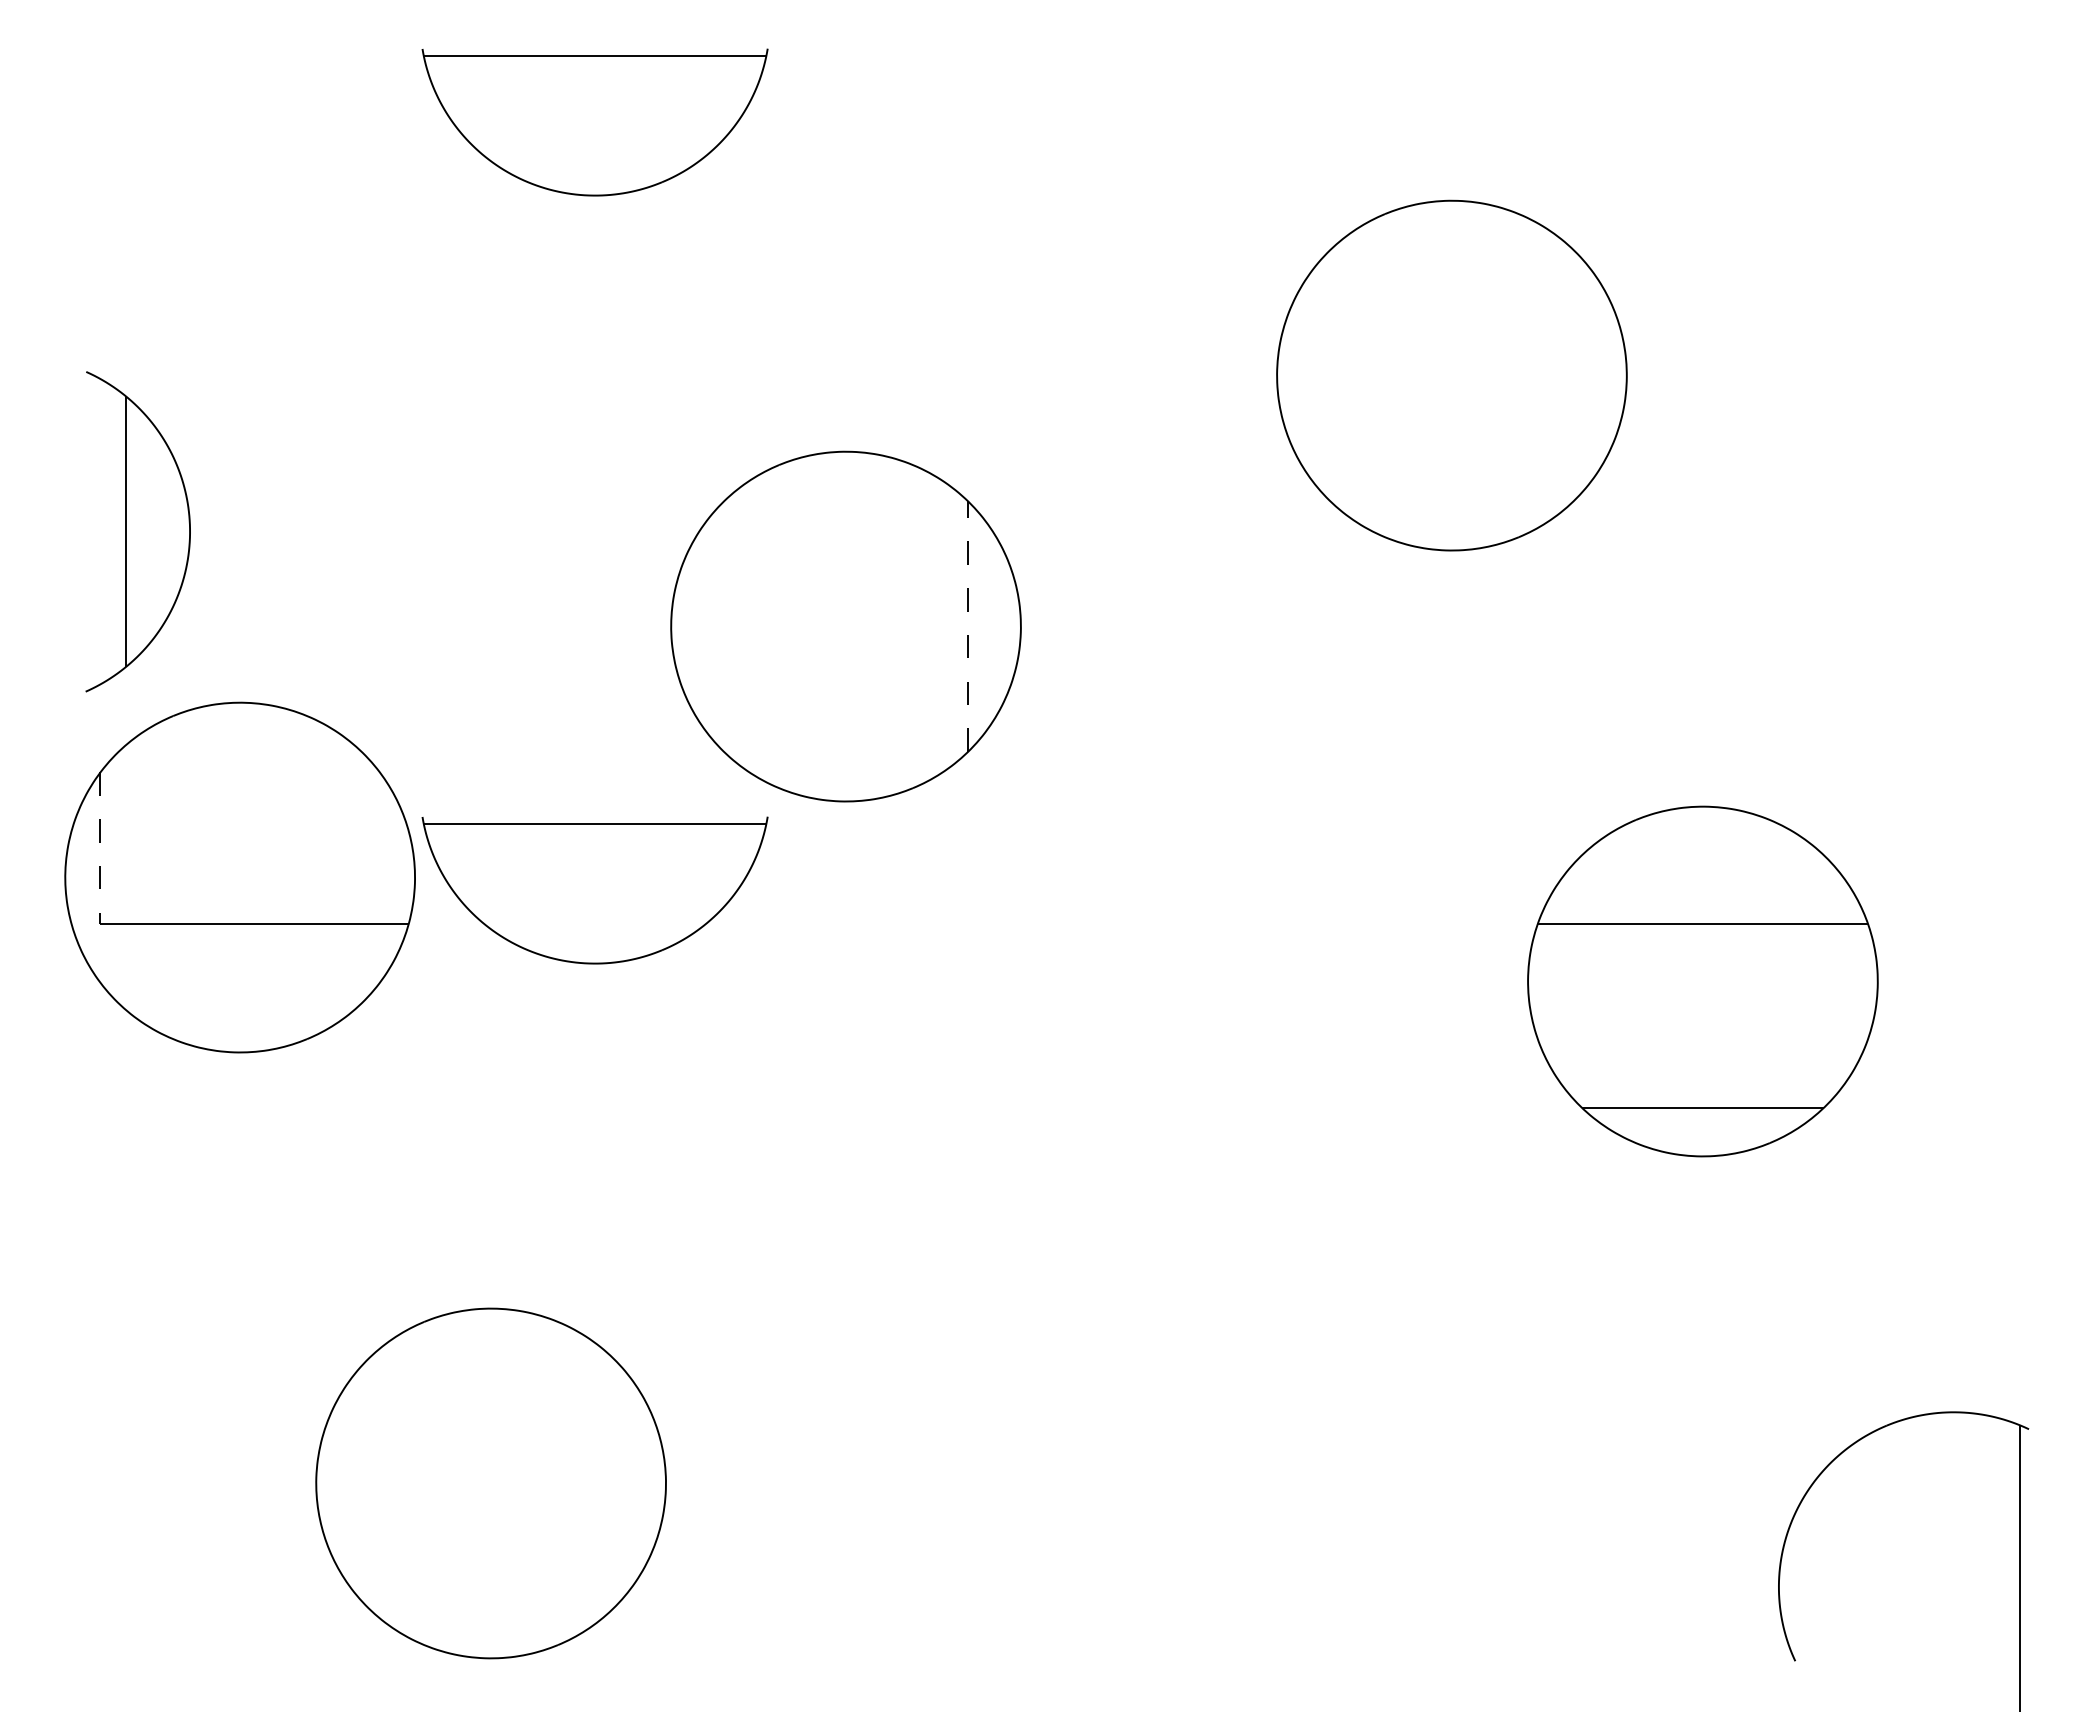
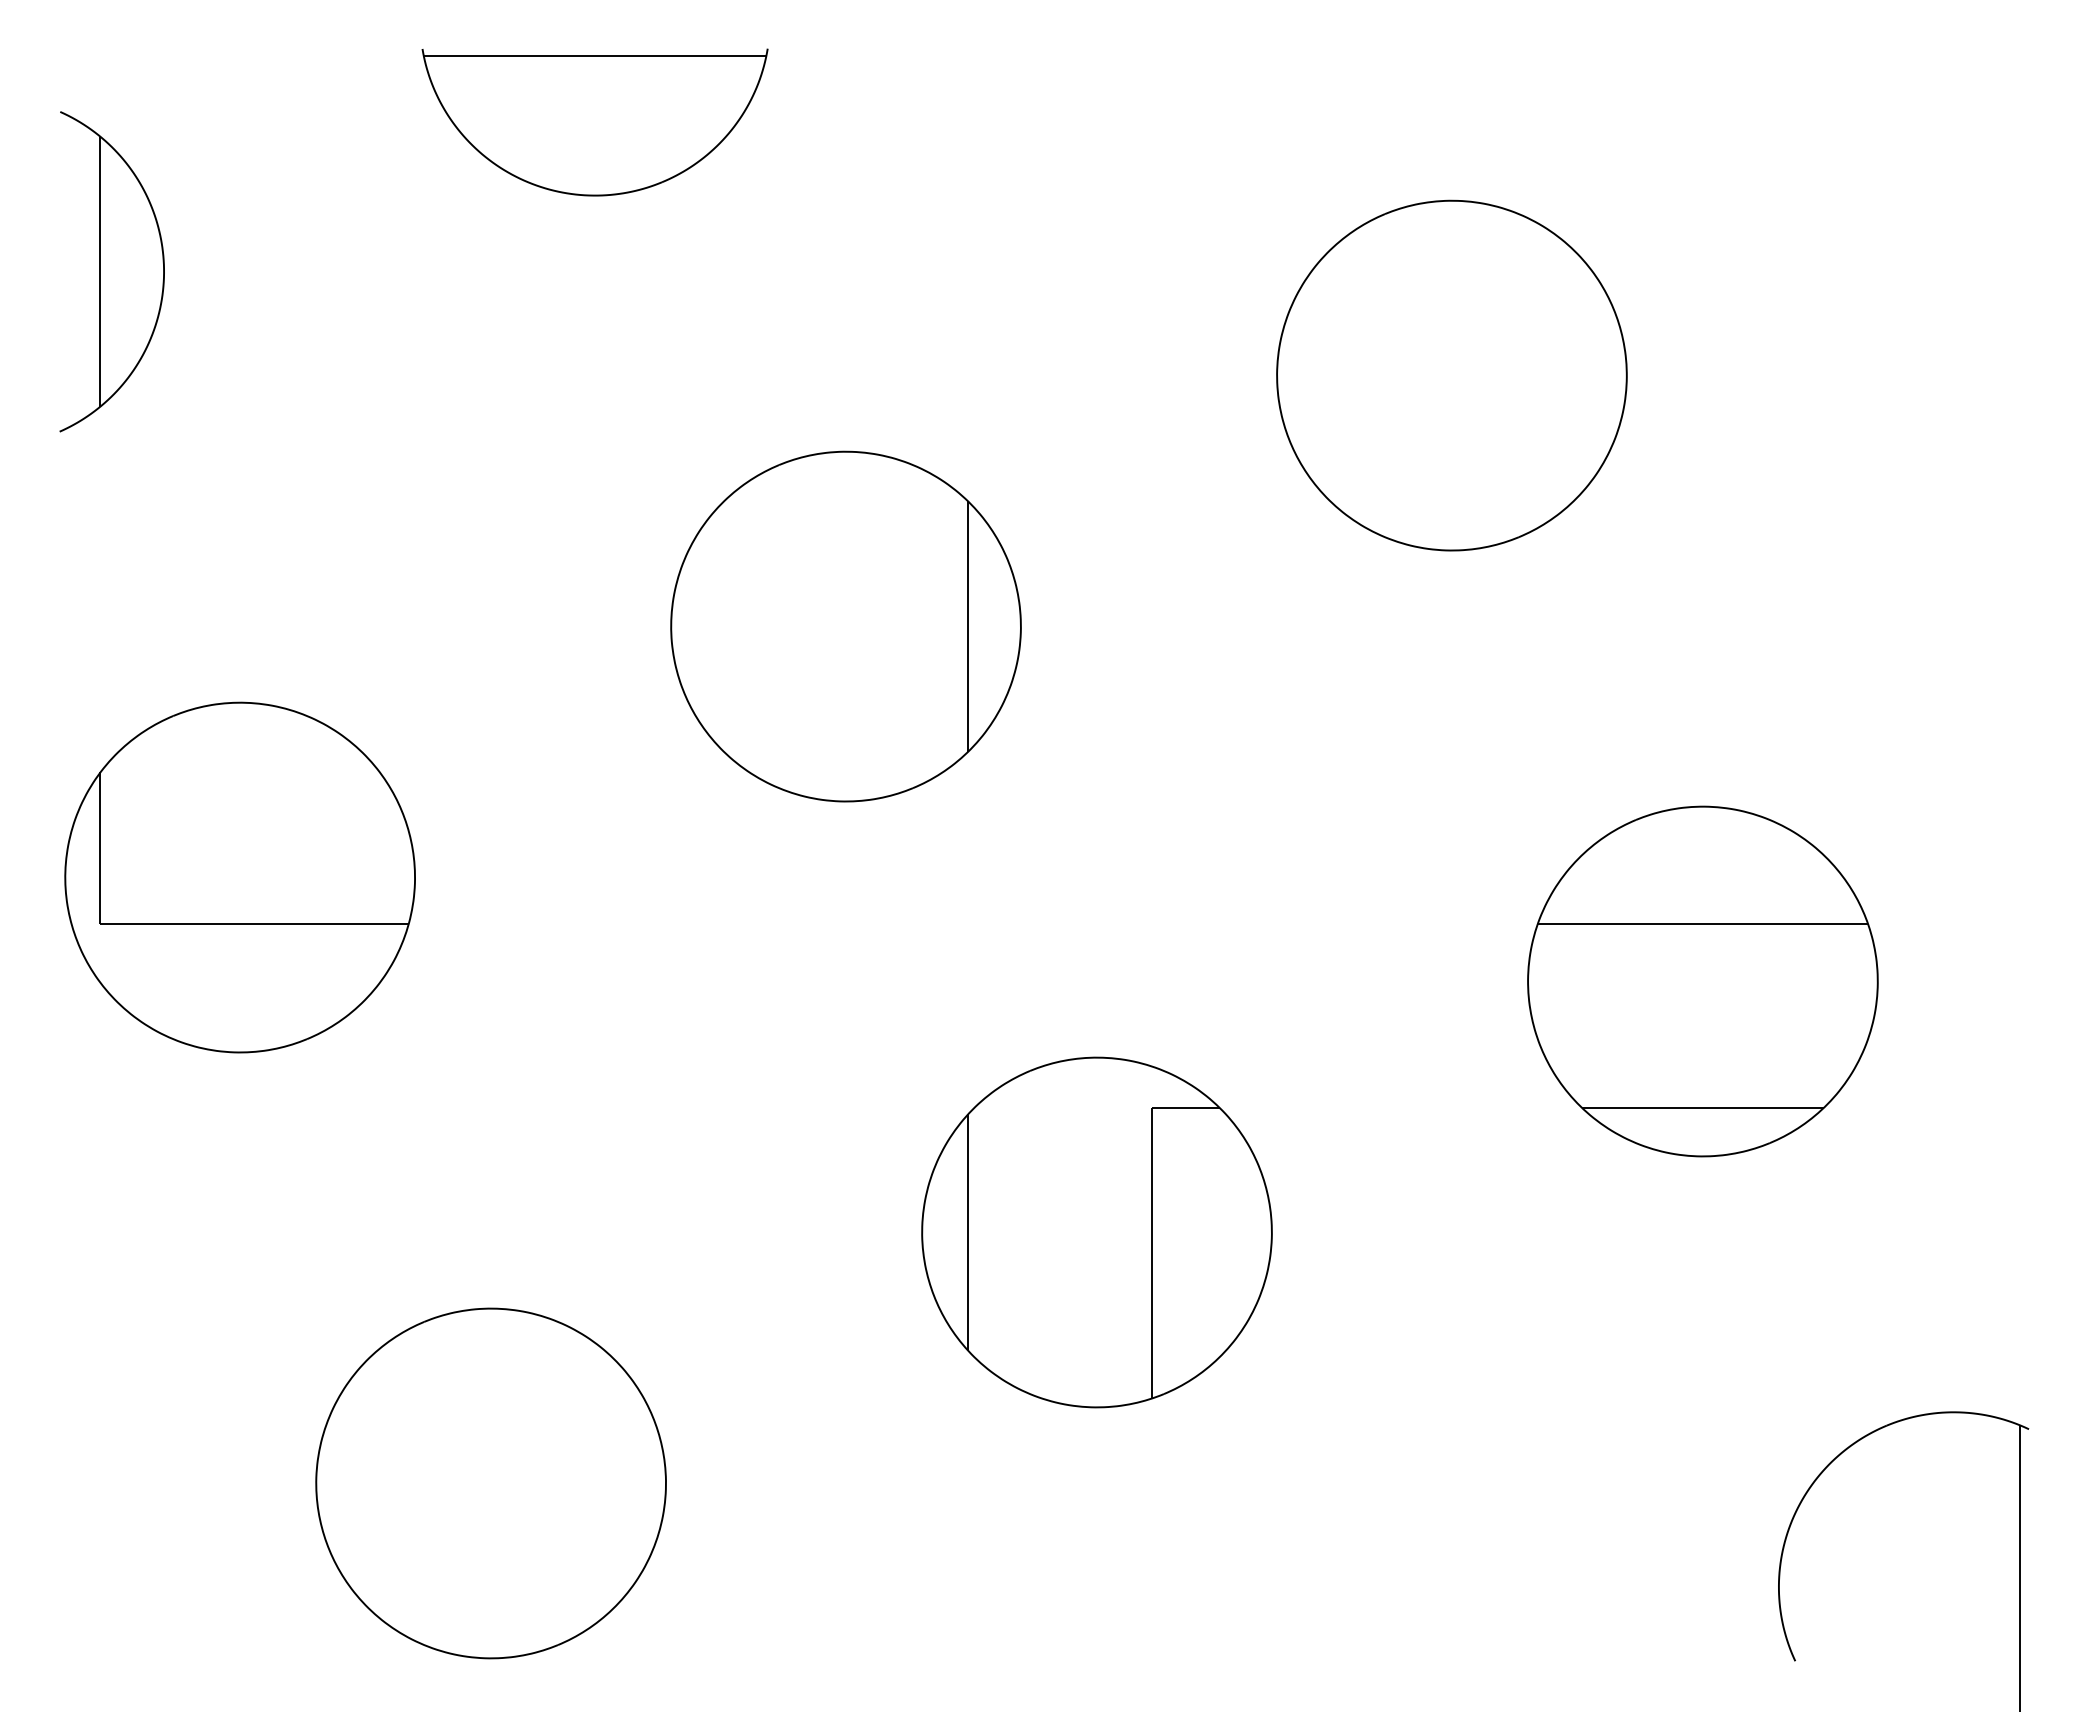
part at (137, 531) position: (137, 531) -> (111, 271)
line at (968, 626): dashed -> solid
line at (100, 848): dashed -> solid
part at (594, 890): present -> none
part at (1096, 1232): none -> present
